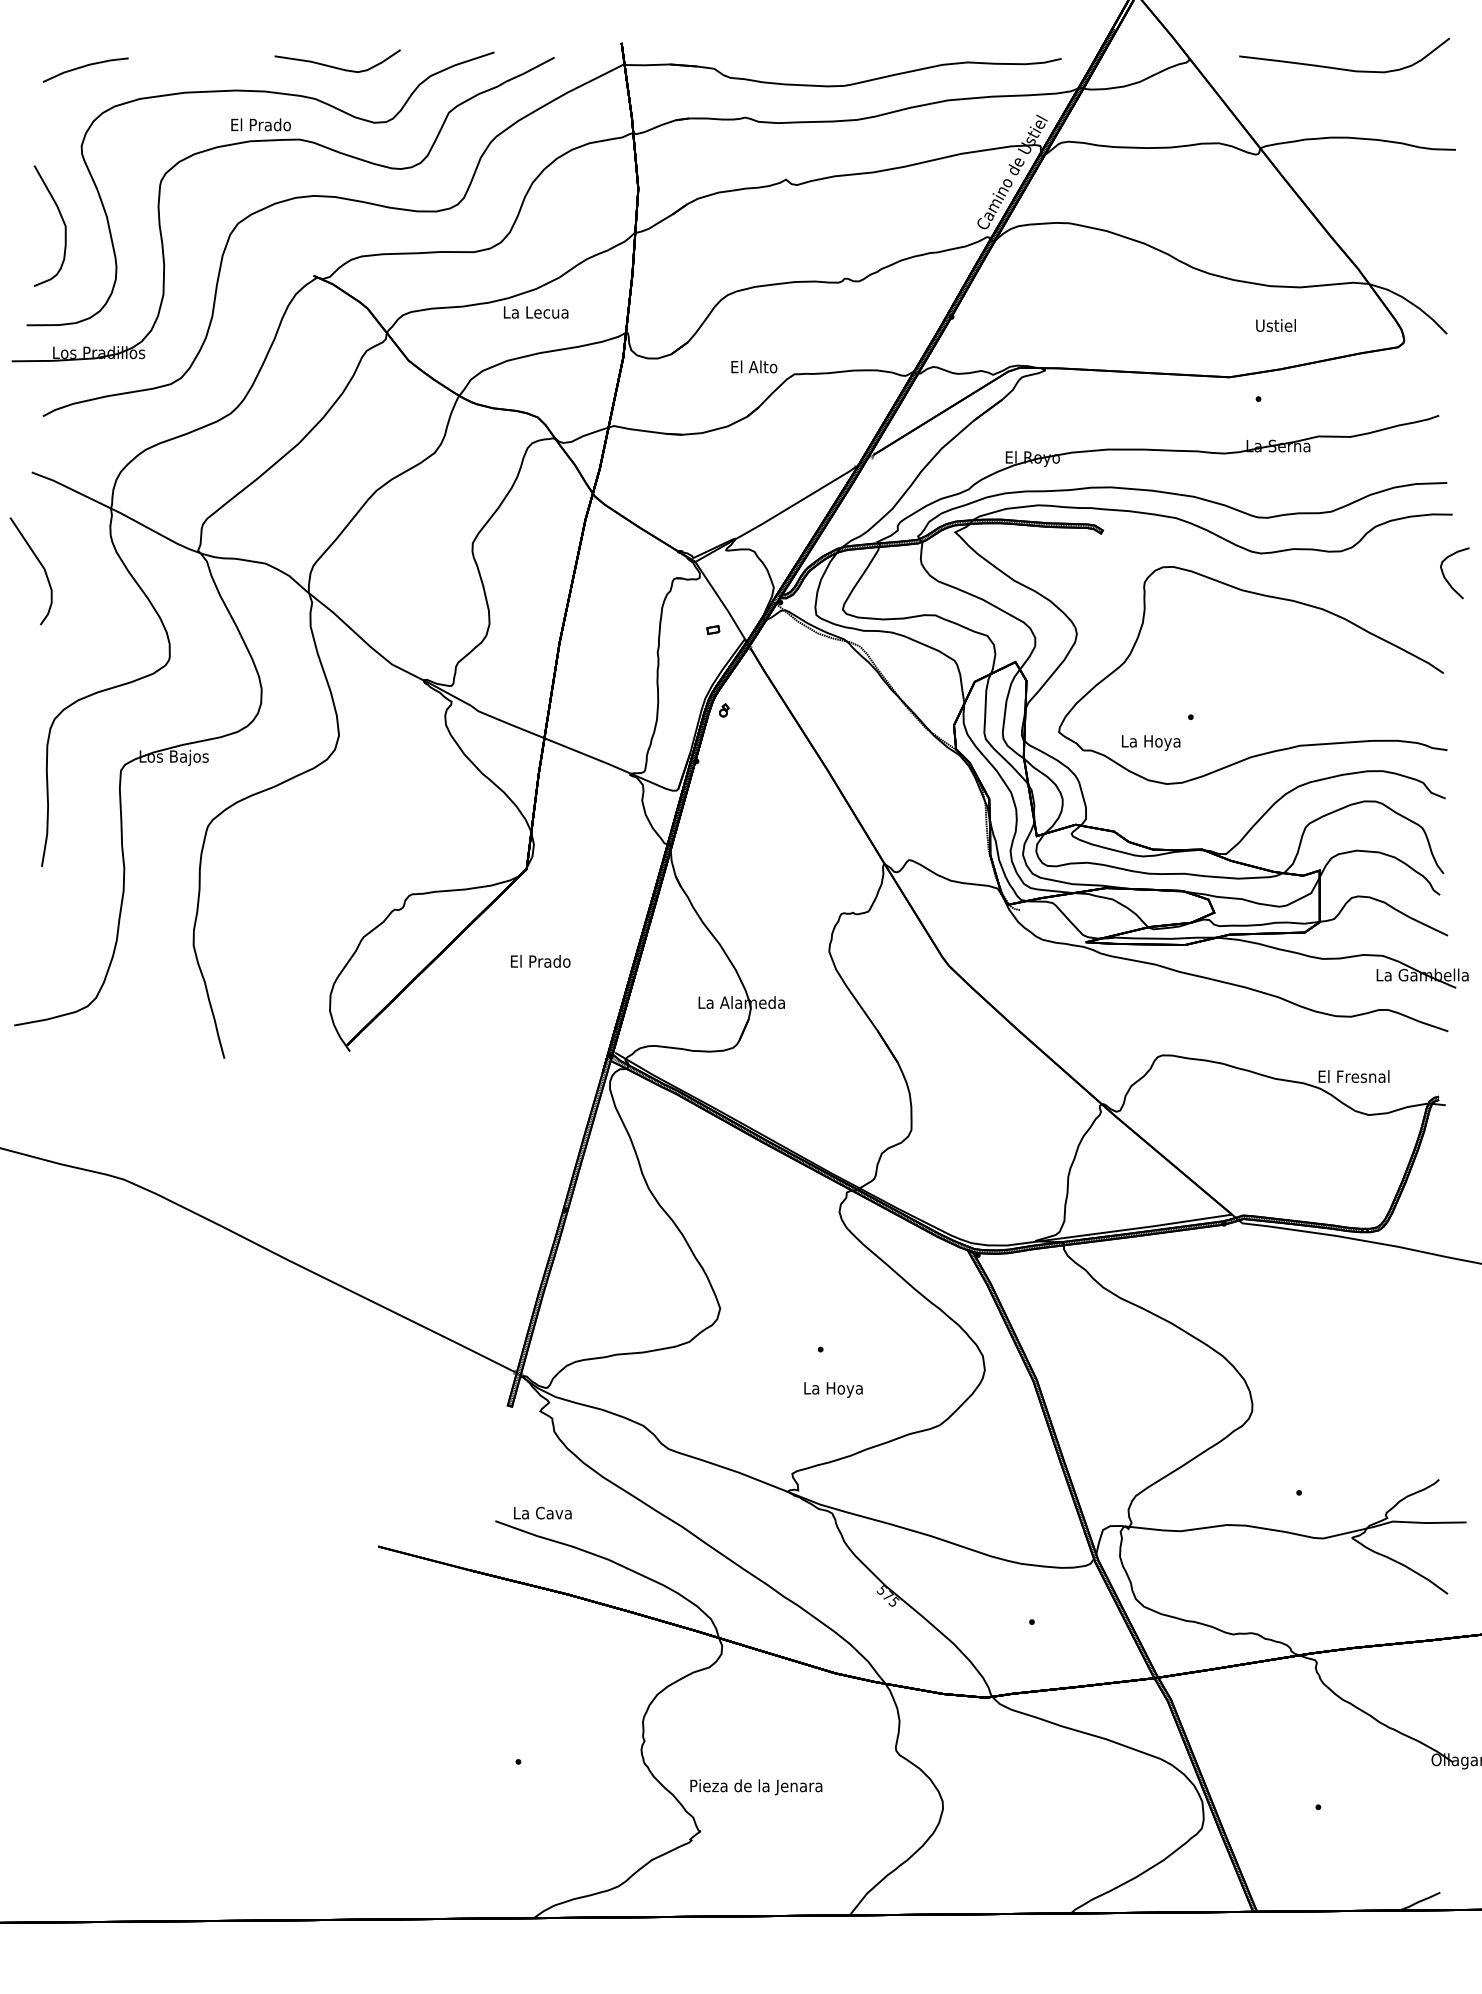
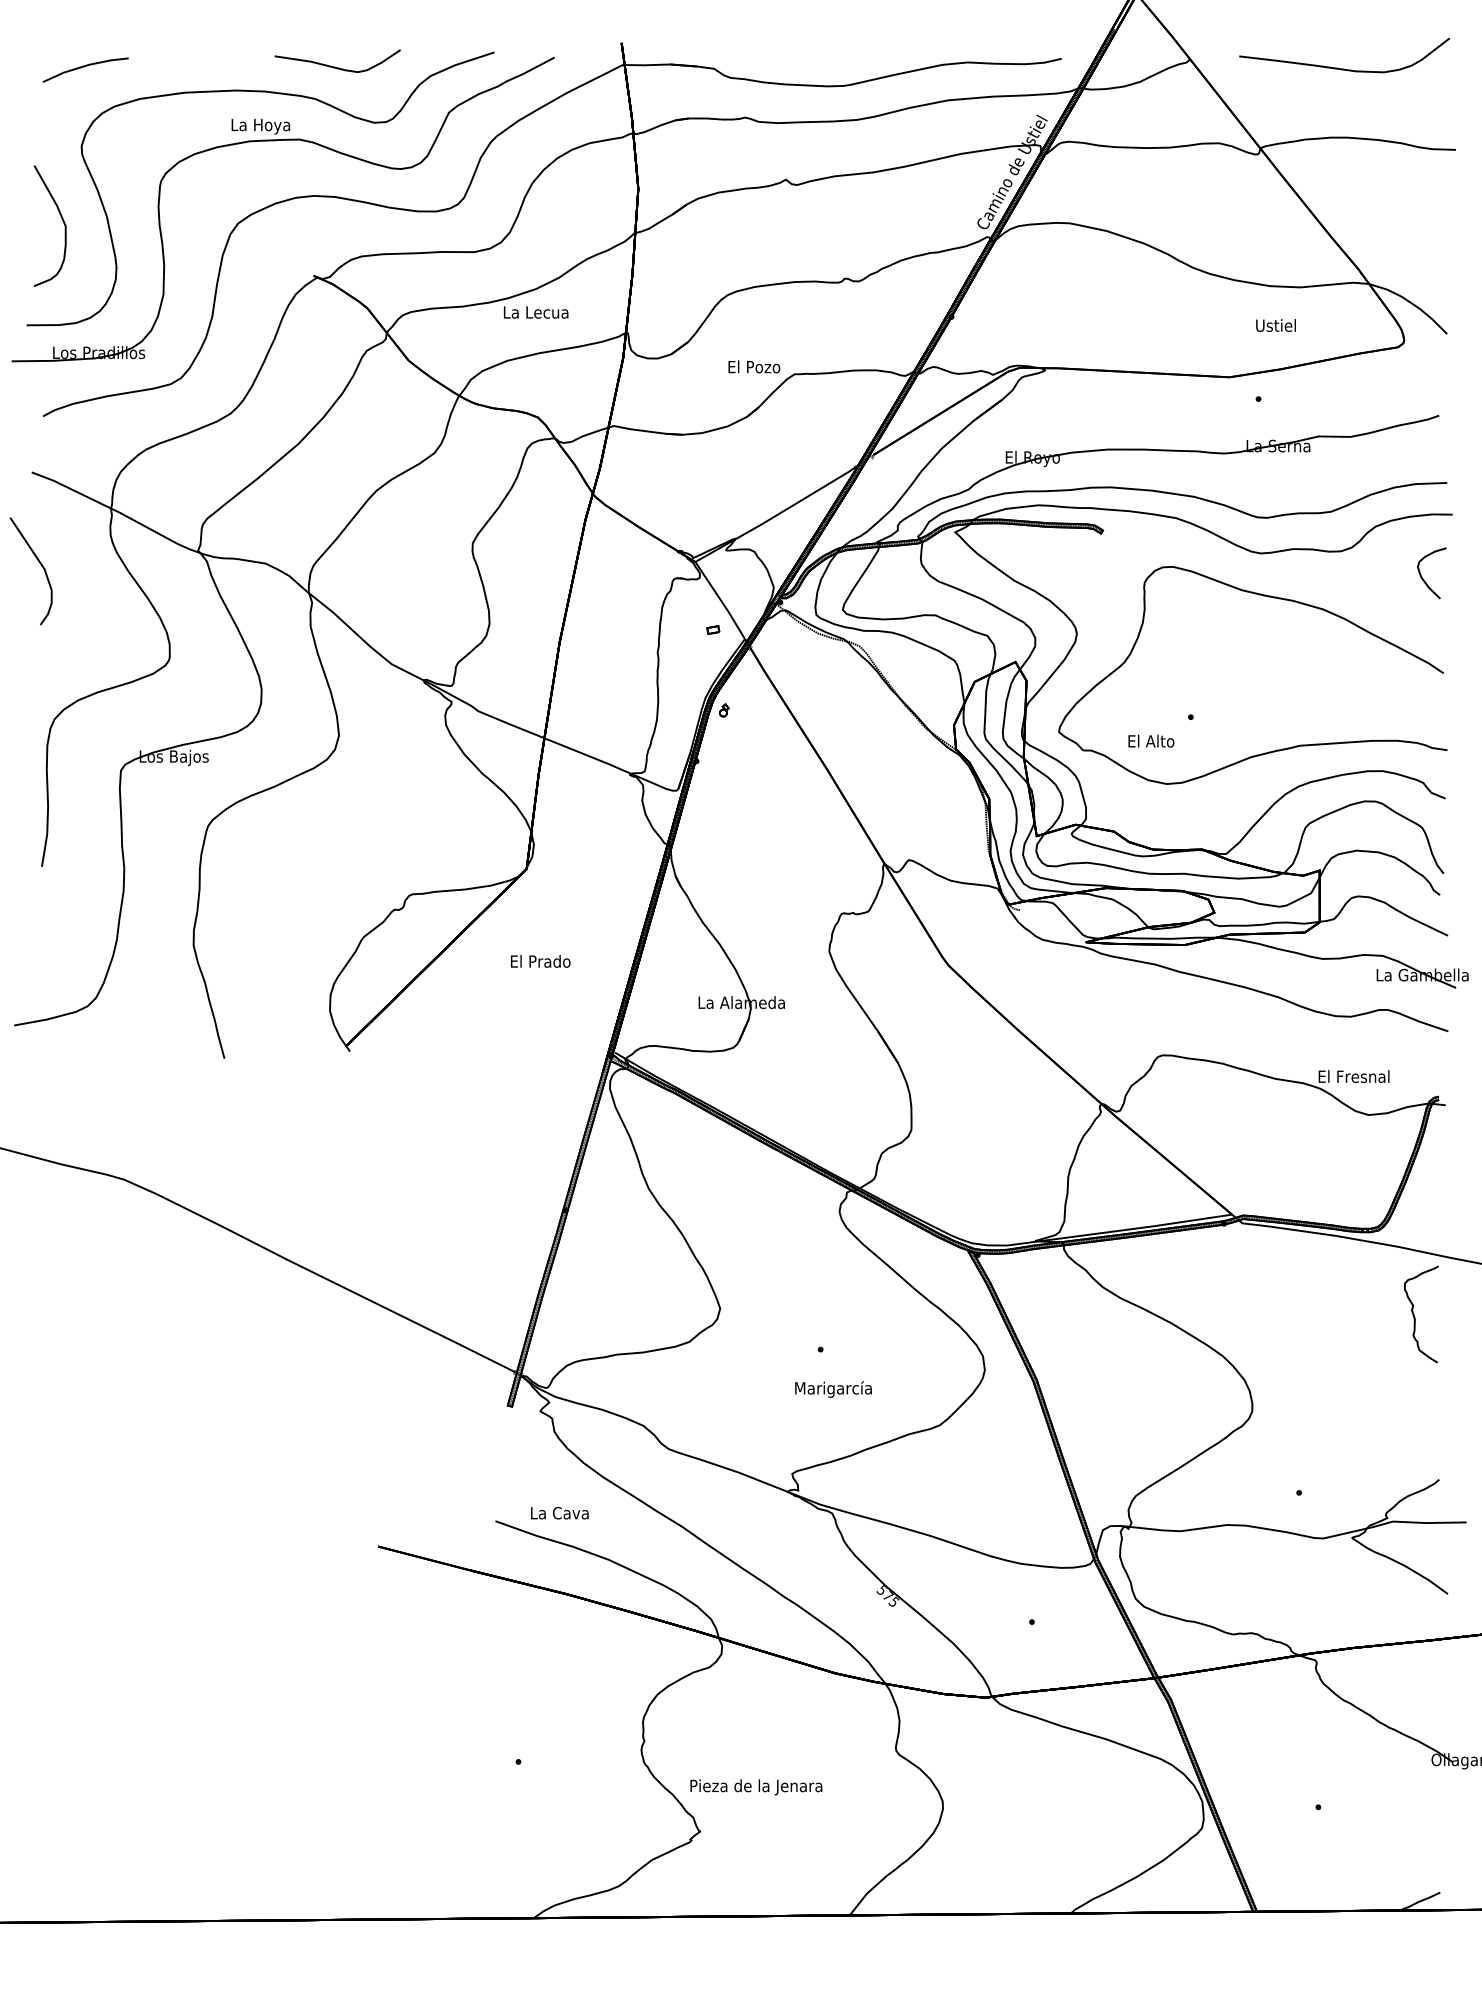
text at (260, 126): El Prado -> La Hoya
text at (754, 366): El Alto -> El Pozo
curve at (1447, 579) position: (1447, 579) -> (1424, 579)
text at (1151, 742): La Hoya -> El Alto
curve at (1415, 1317): none -> present
text at (833, 1389): La Hoya -> Marigarcía
text at (542, 1512) position: (542, 1512) -> (559, 1512)
